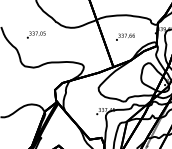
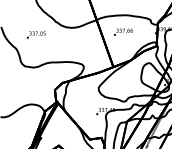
text at (125, 36) position: (125, 36) -> (123, 31)
